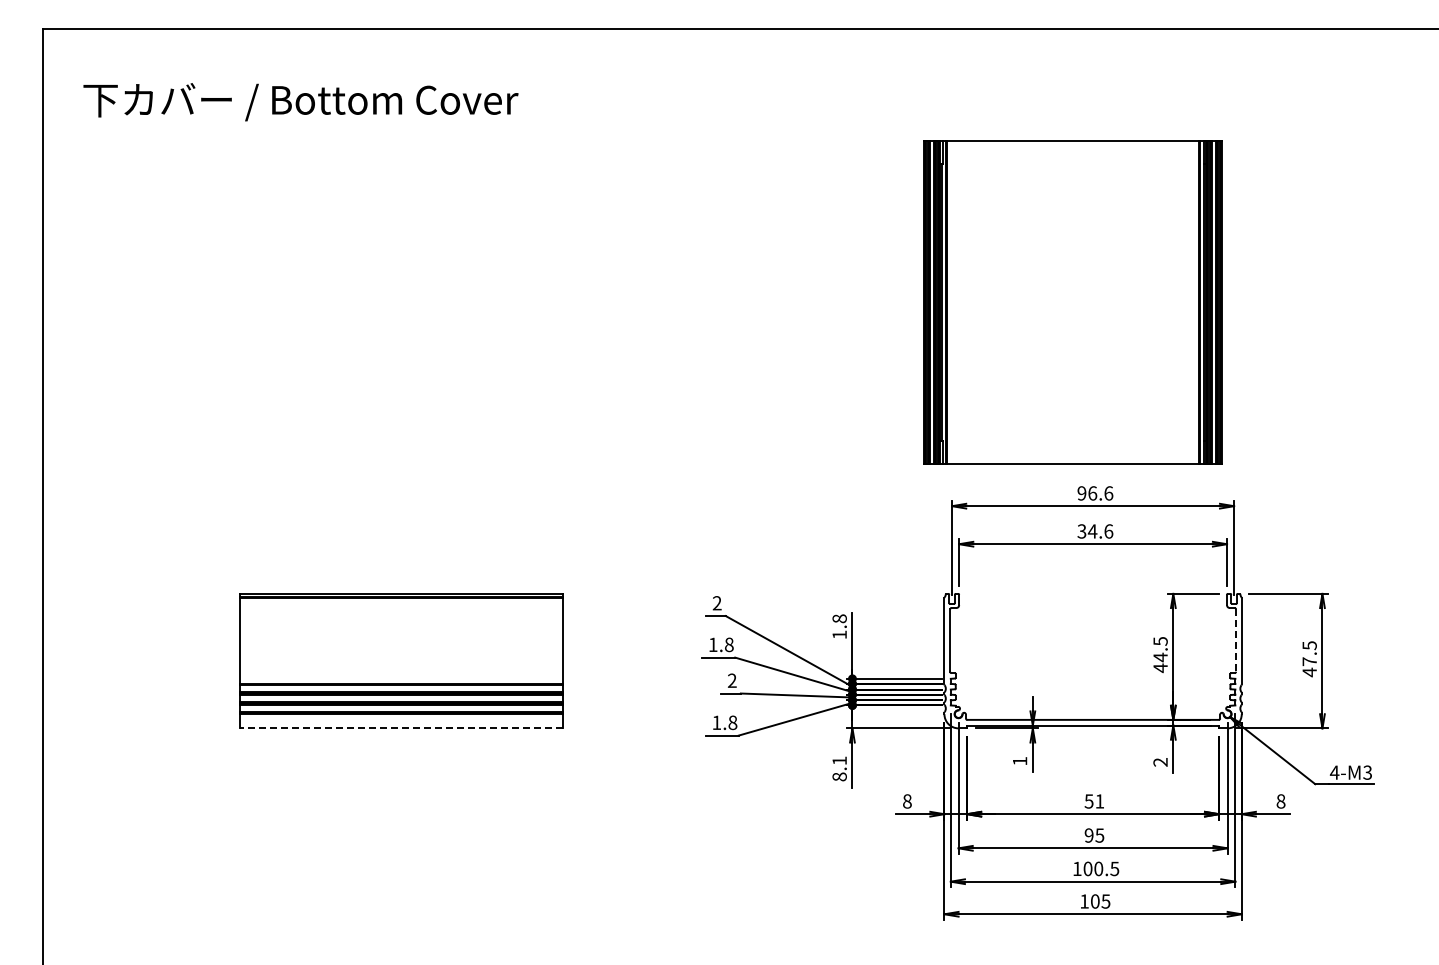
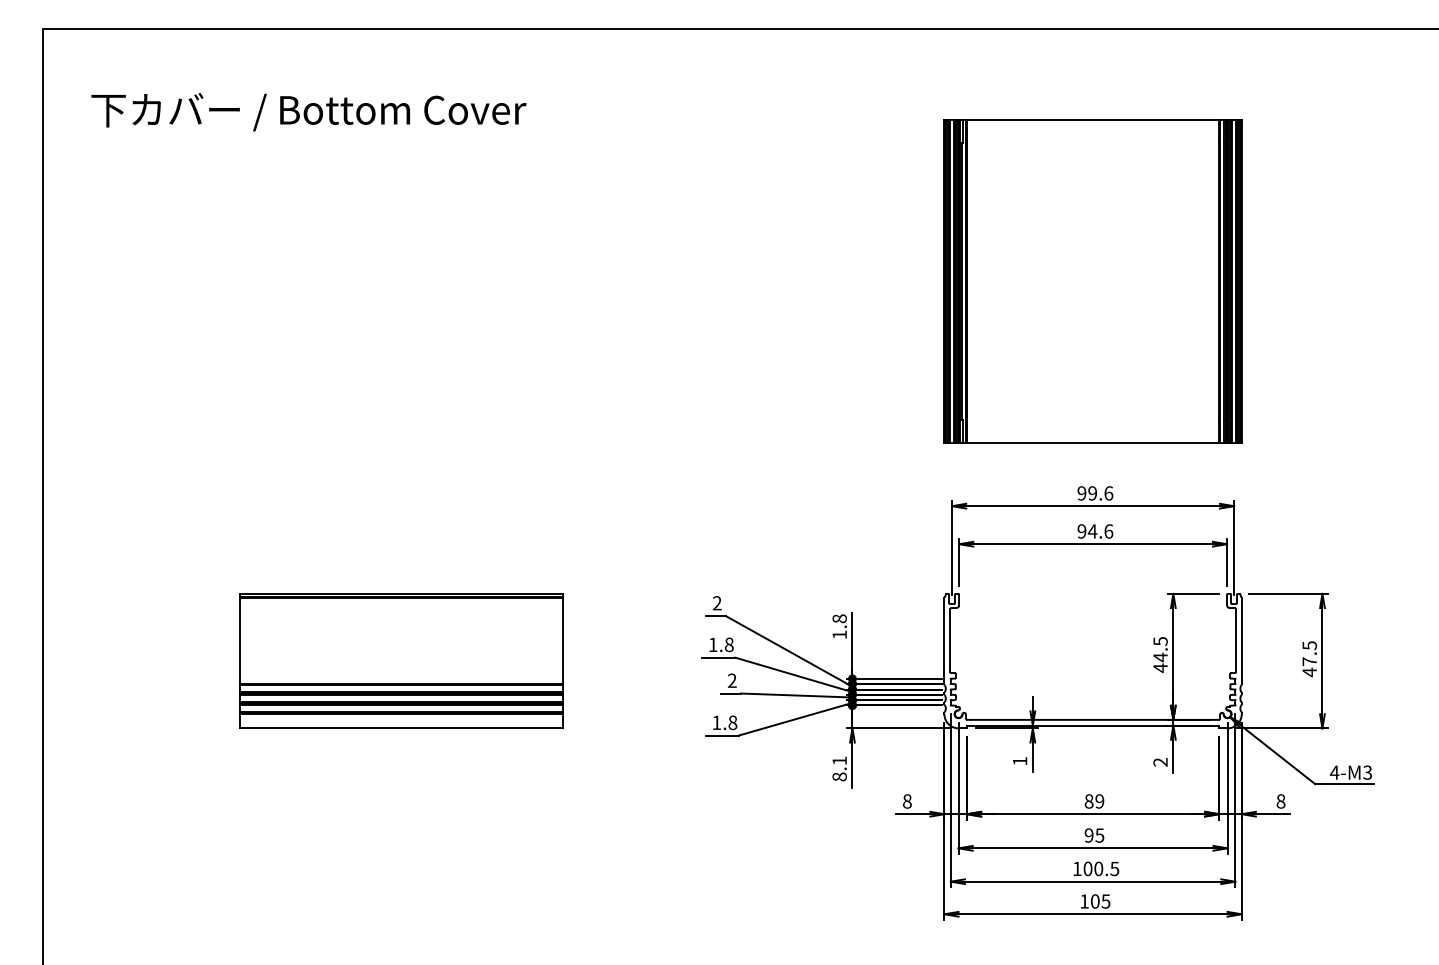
text at (300, 102) position: (300, 102) -> (308, 112)
part at (1072, 302) position: (1072, 302) -> (1092, 281)
text at (1092, 493): 96.6 -> 99.6
text at (1081, 531): 34.6 -> 94.6
line at (1236, 641): dashed -> solid
line at (400, 728): dashed -> solid
text at (1094, 801): 51 -> 89
